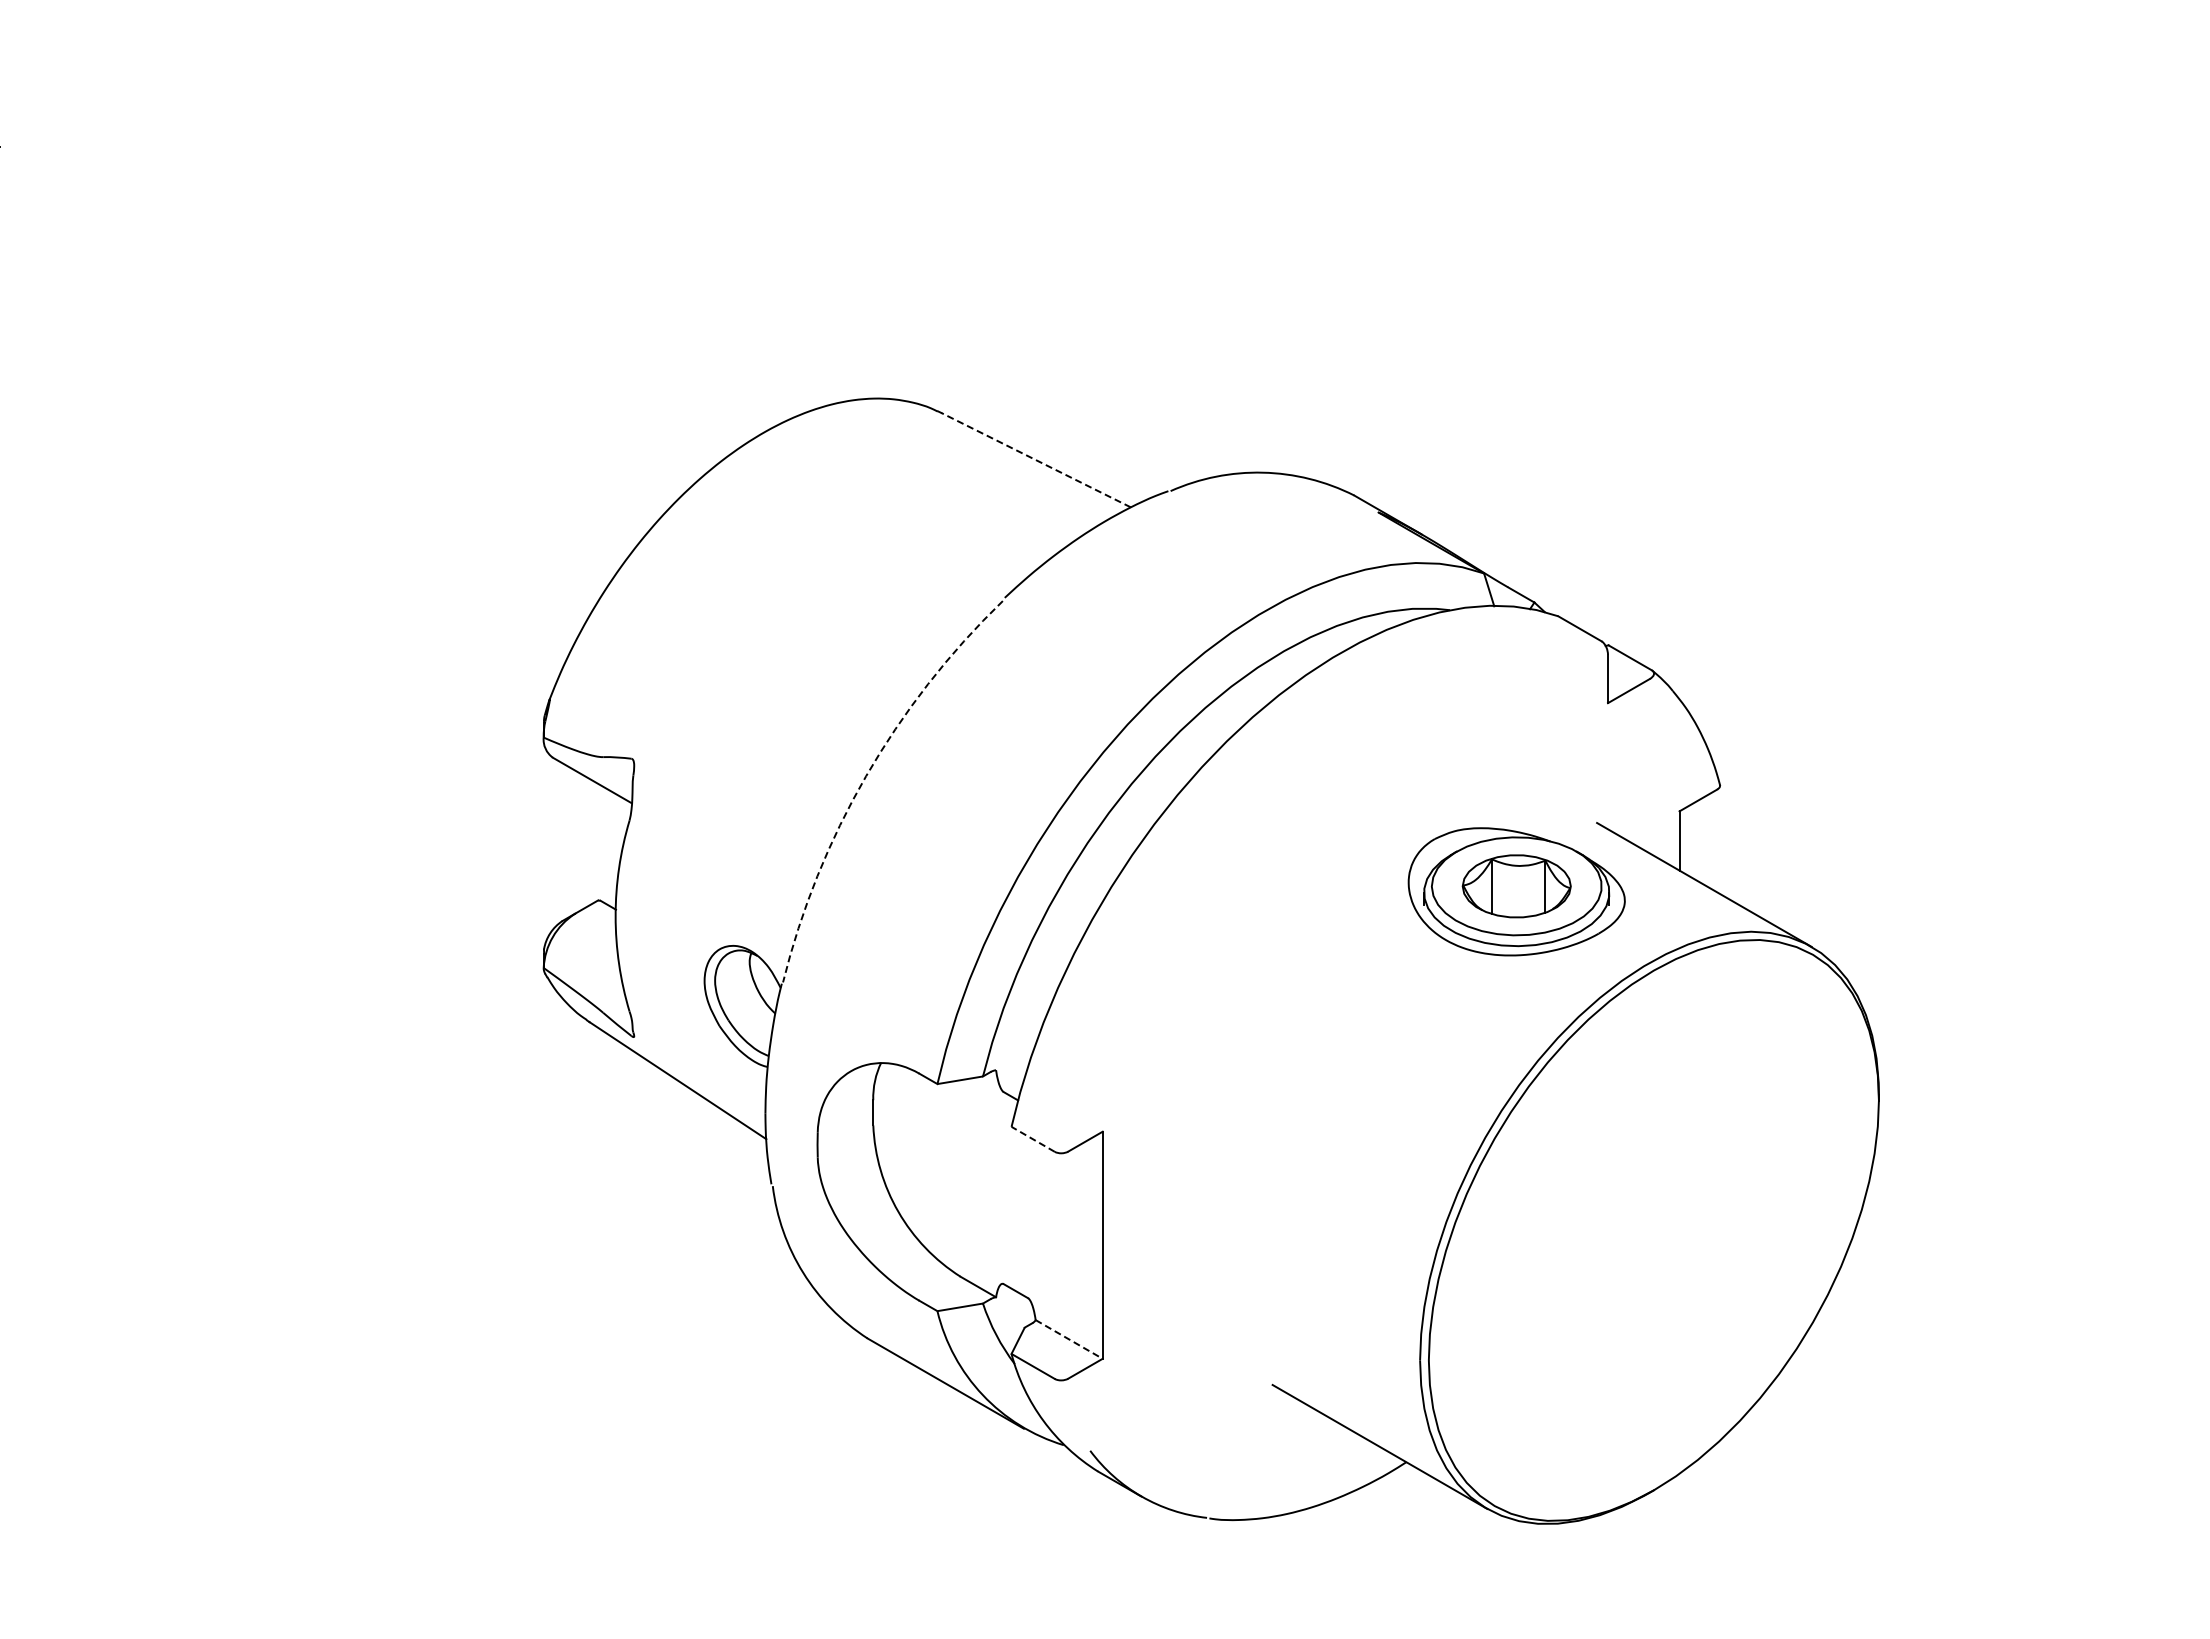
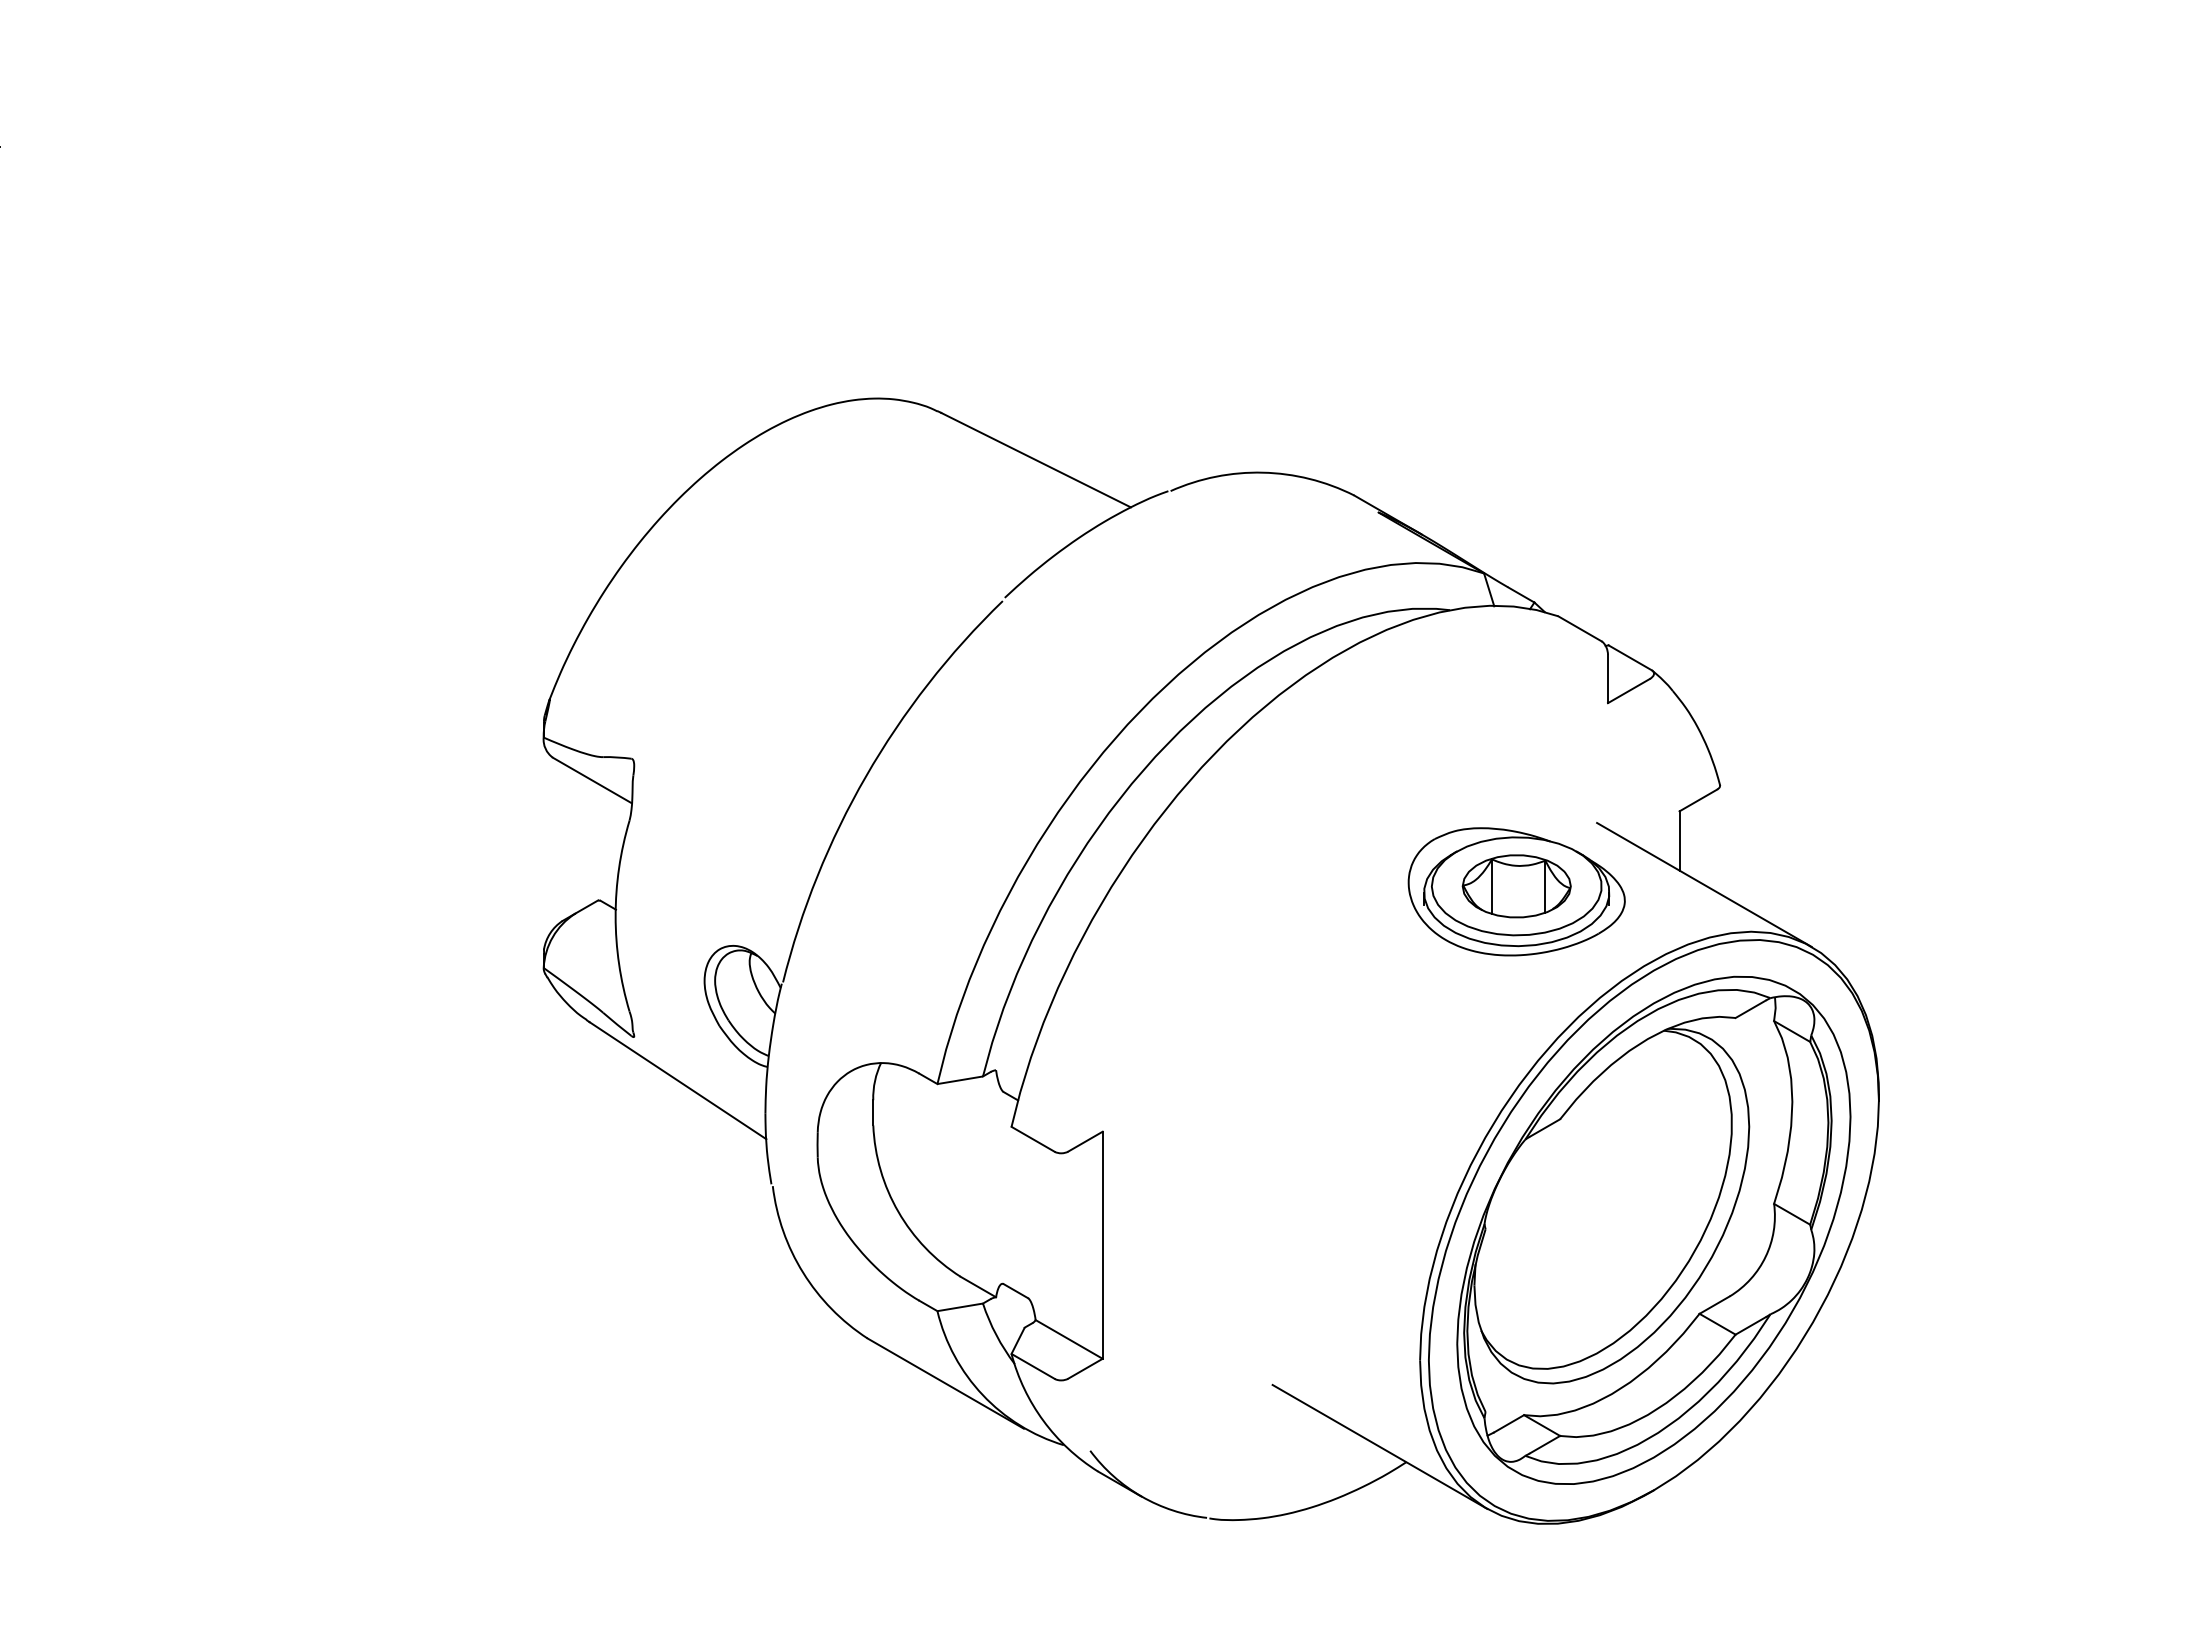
line at (1036, 460): dashed -> solid
arc at (866, 776): dashed -> solid
line at (1033, 1139): dashed -> solid
part at (1653, 1229): none -> present
line at (1069, 1339): dashed -> solid
